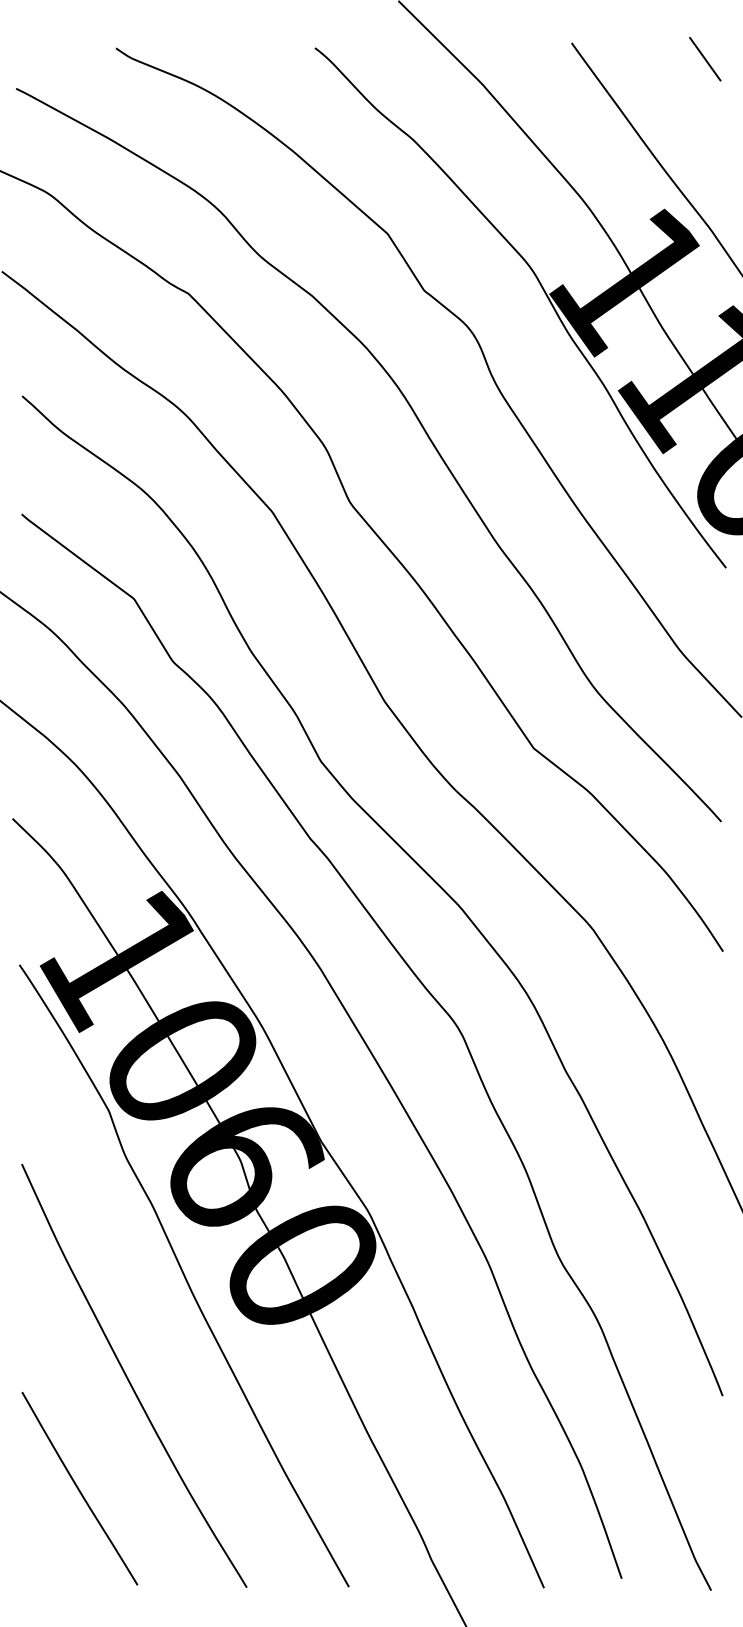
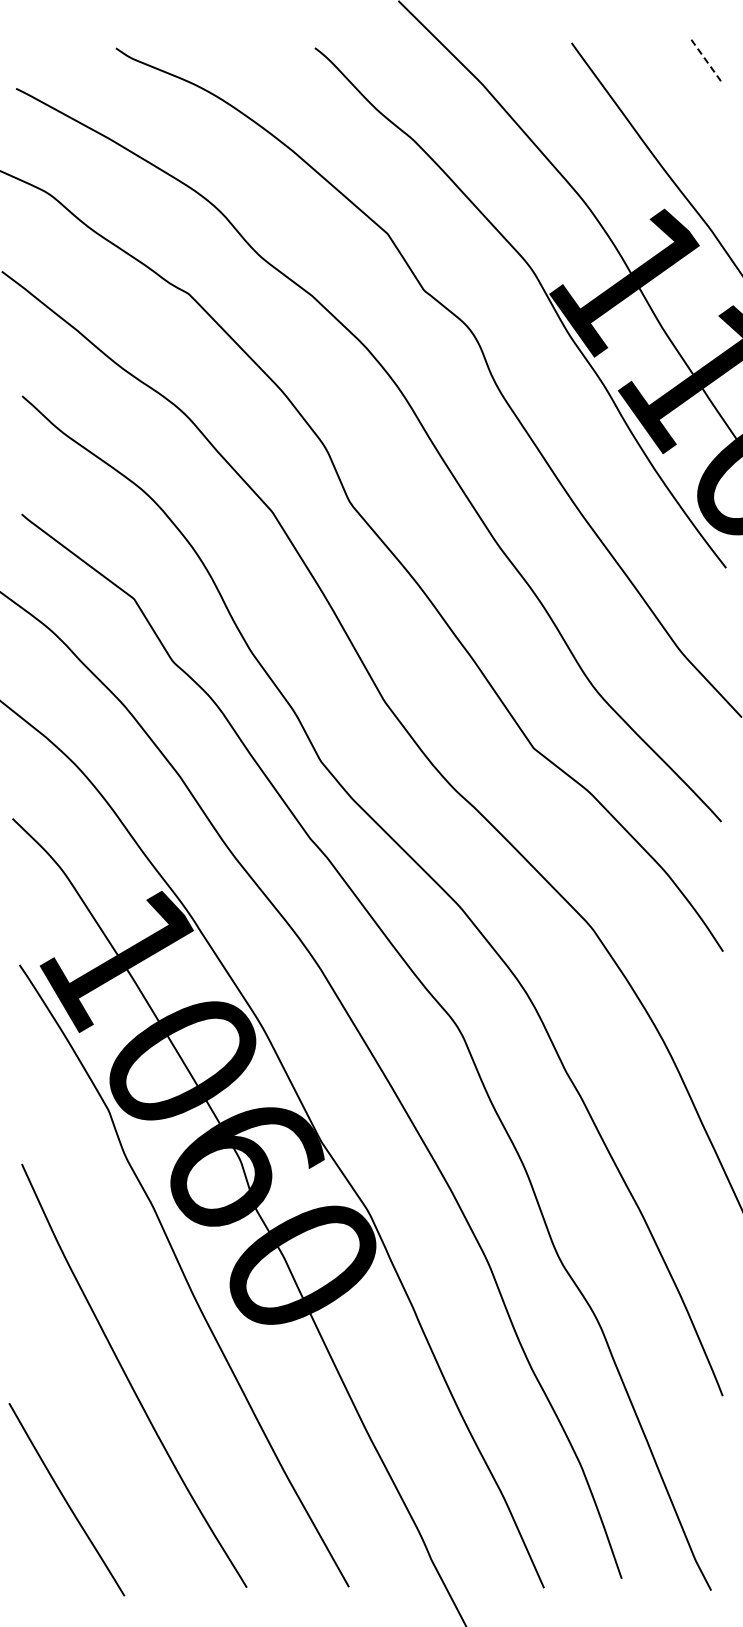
line at (705, 59): solid -> dashed
curve at (79, 1488) position: (79, 1488) -> (66, 1499)
